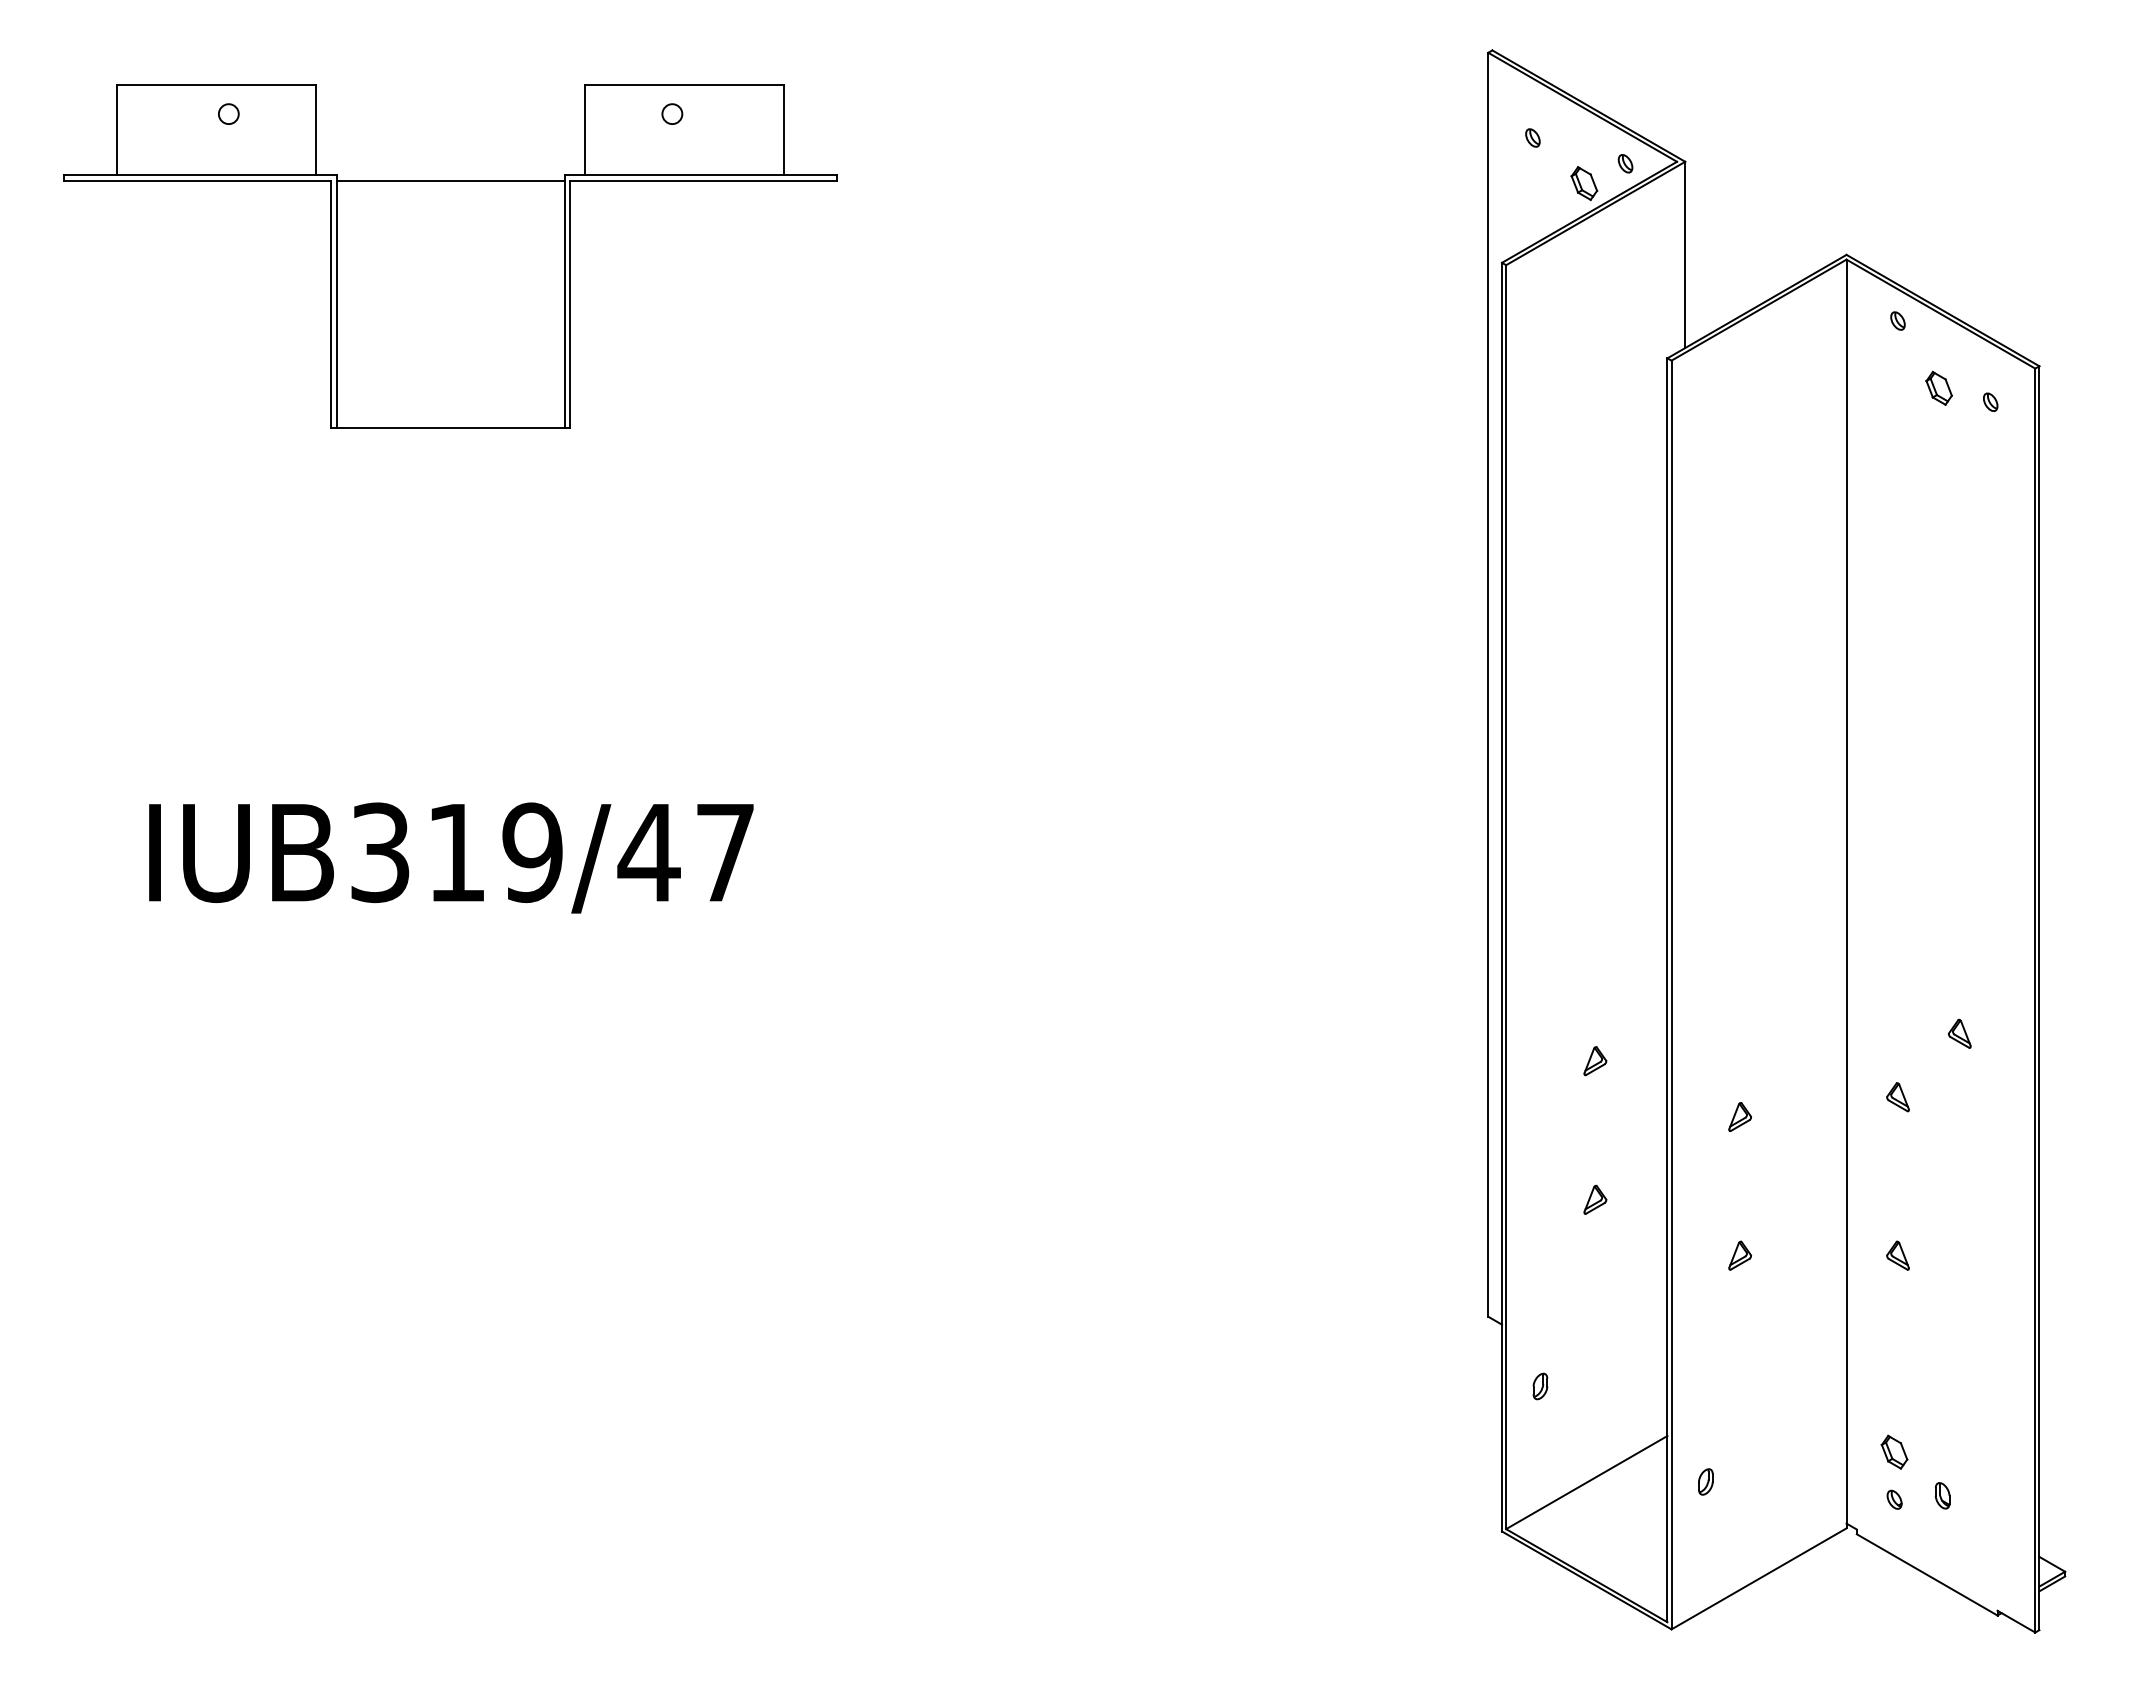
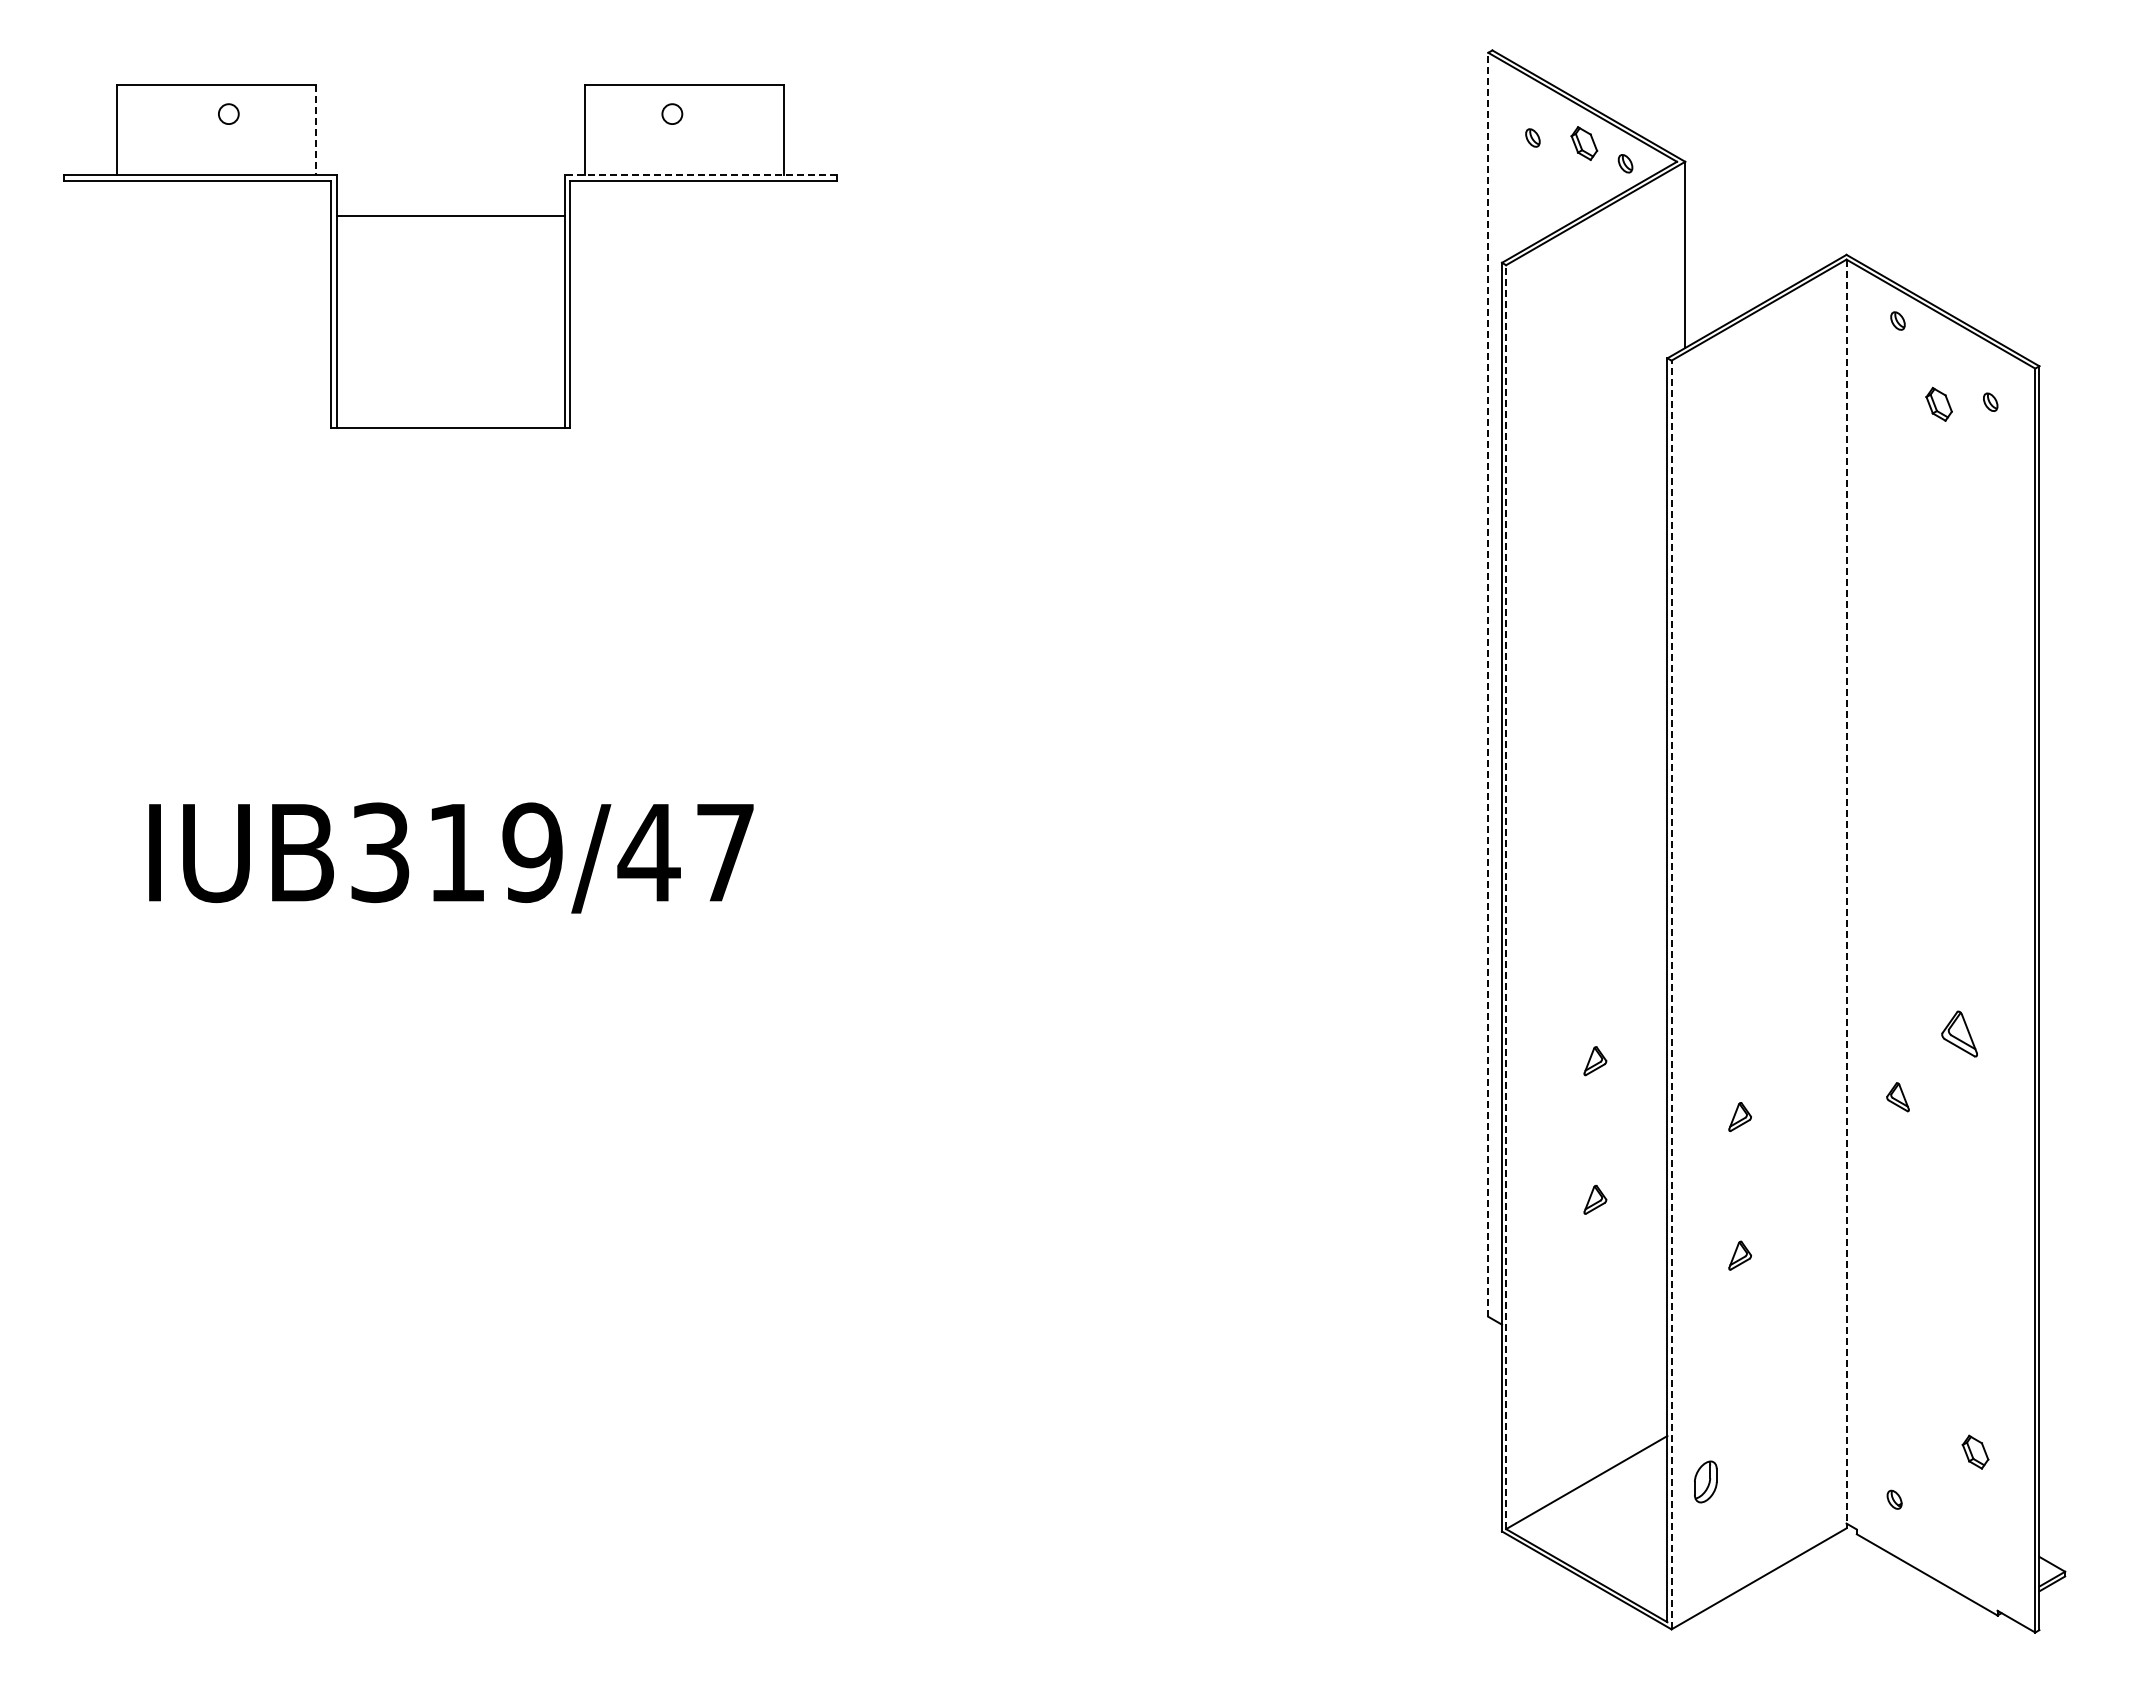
line at (316, 129): solid -> dashed
line at (700, 174): solid -> dashed
line at (450, 180) position: (450, 180) -> (450, 215)
part at (1584, 183) position: (1584, 183) -> (1584, 143)
part at (1938, 387) position: (1938, 387) -> (1938, 403)
line at (1488, 684): solid -> dashed
line at (1846, 891): solid -> dashed
line at (1506, 897): solid -> dashed
line at (1671, 994): solid -> dashed
part at (1959, 1033) size: 24x31 px -> 37x48 px
part at (1897, 1255): present -> none
part at (1540, 1386): present -> none
part at (1894, 1451) position: (1894, 1451) -> (1975, 1451)
part at (1705, 1481) size: 16x28 px -> 24x44 px
part at (1942, 1495): present -> none
